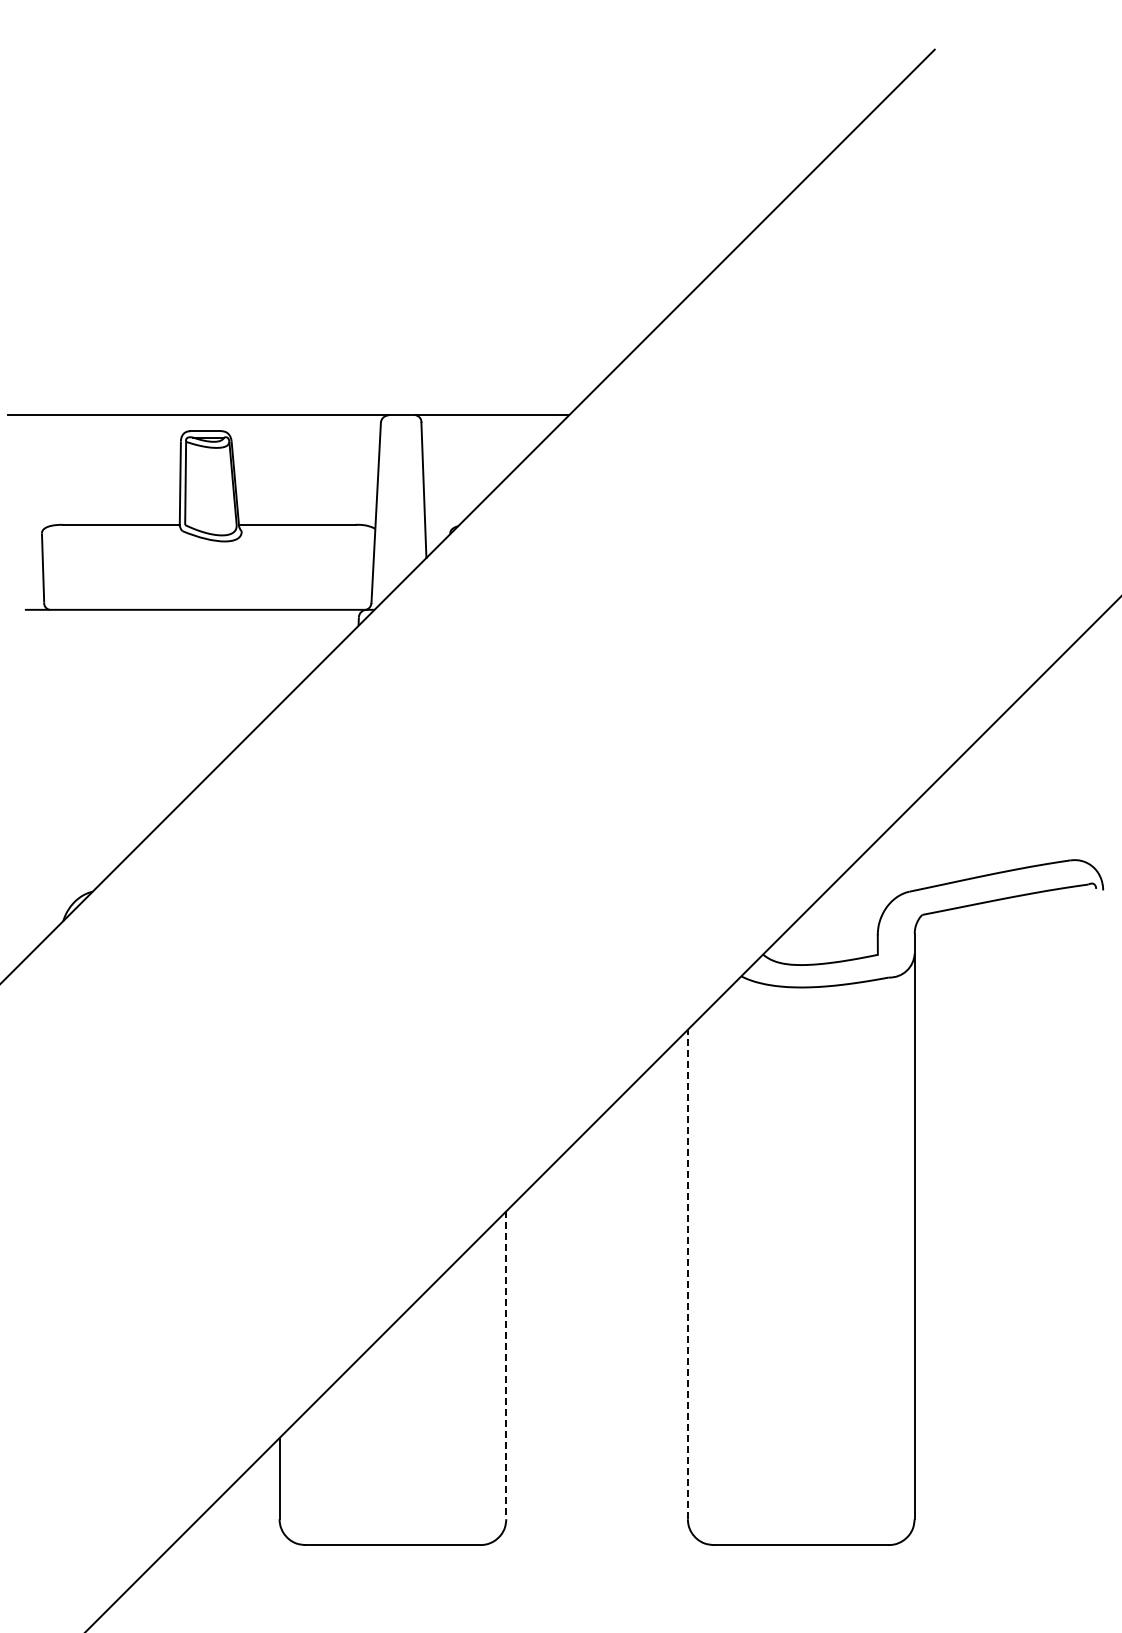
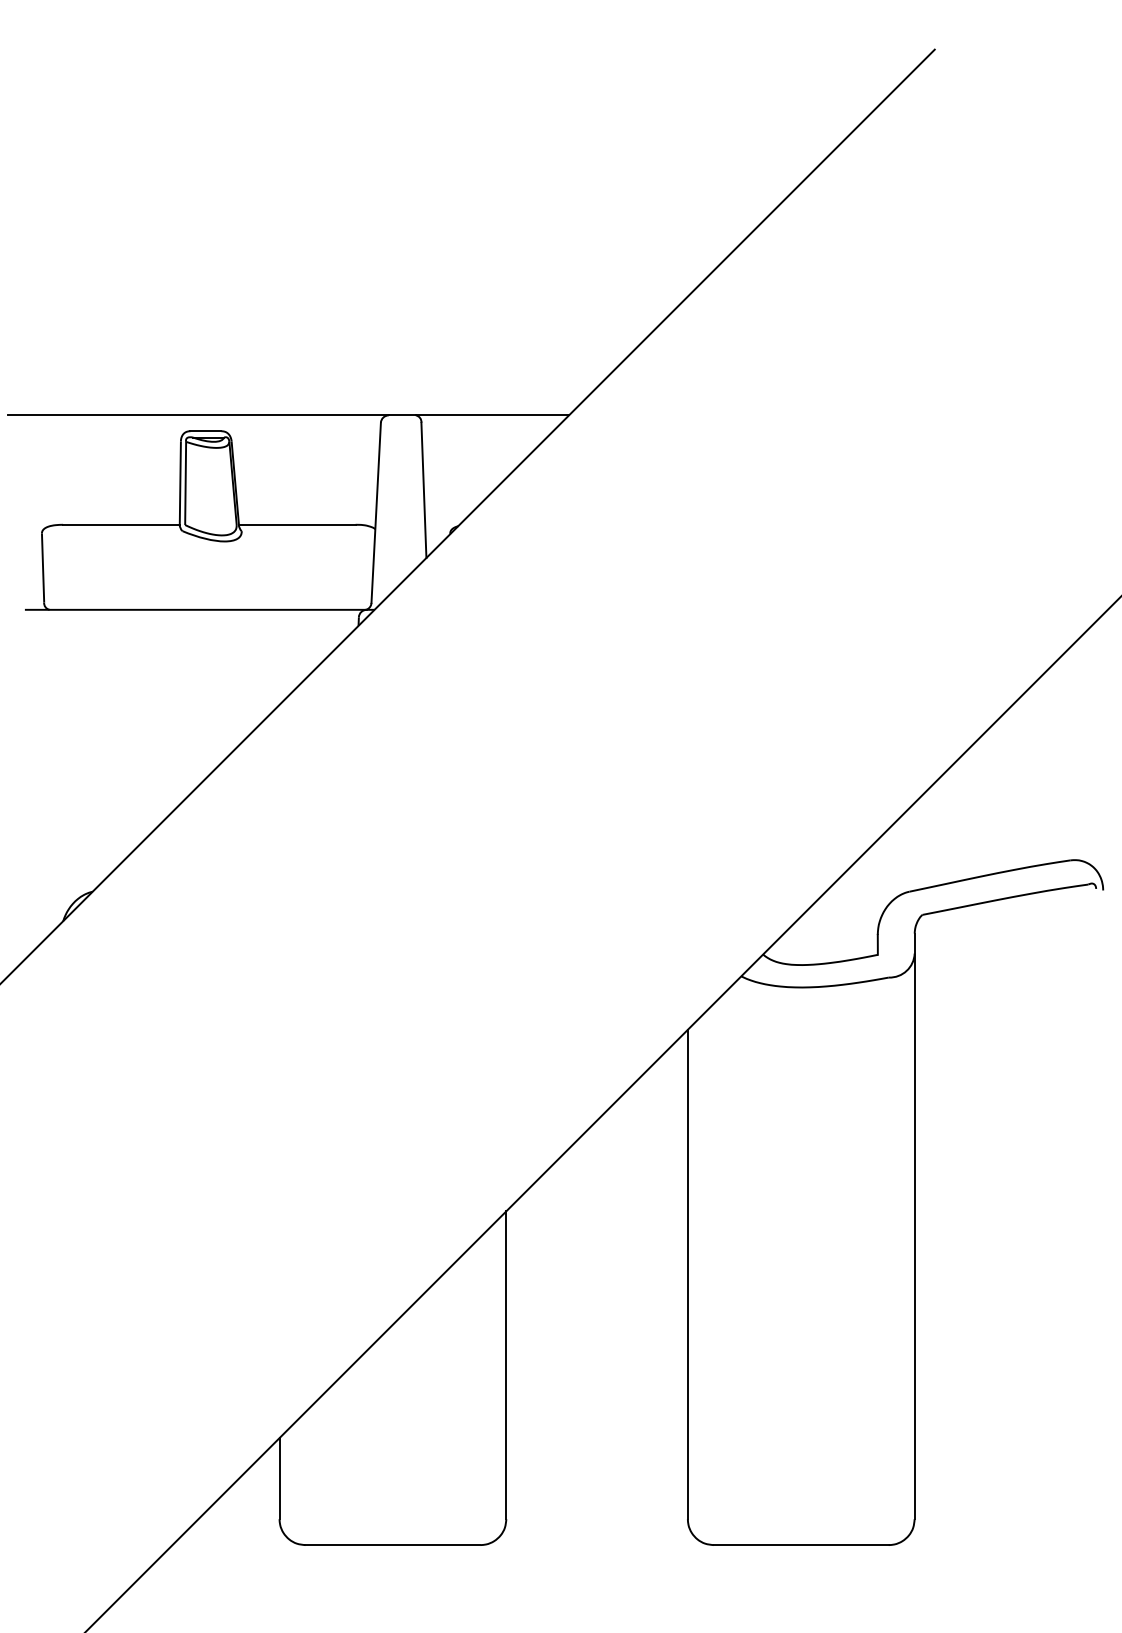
line at (687, 1274): dashed -> solid
line at (506, 1365): dashed -> solid
